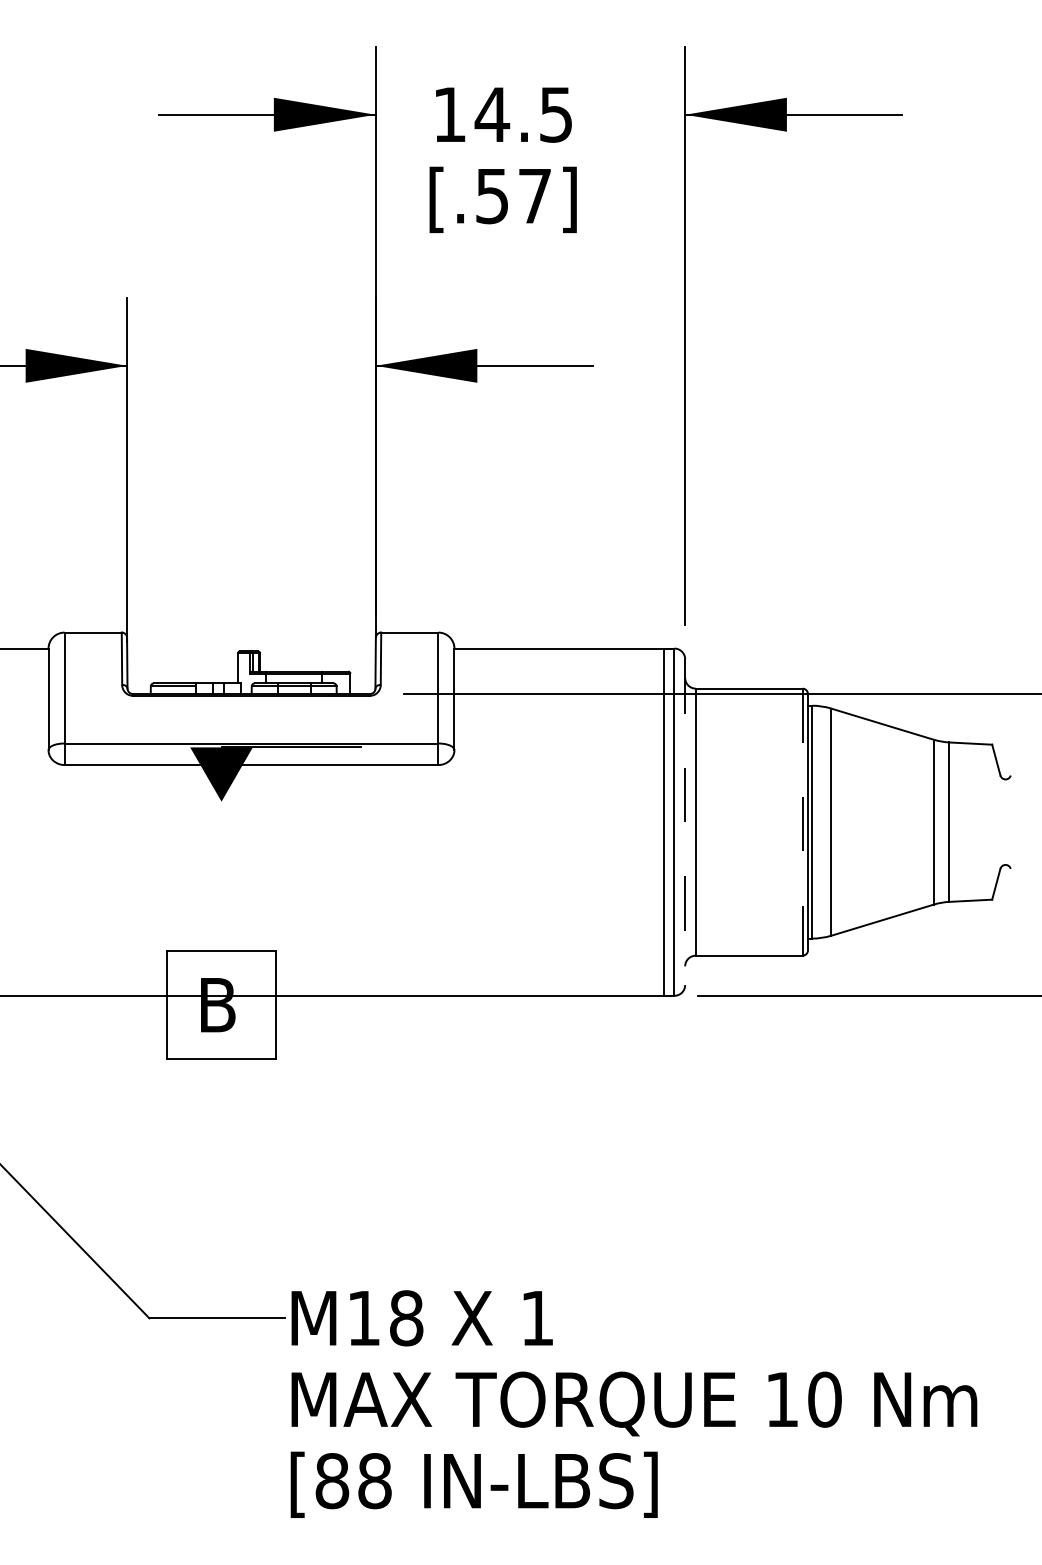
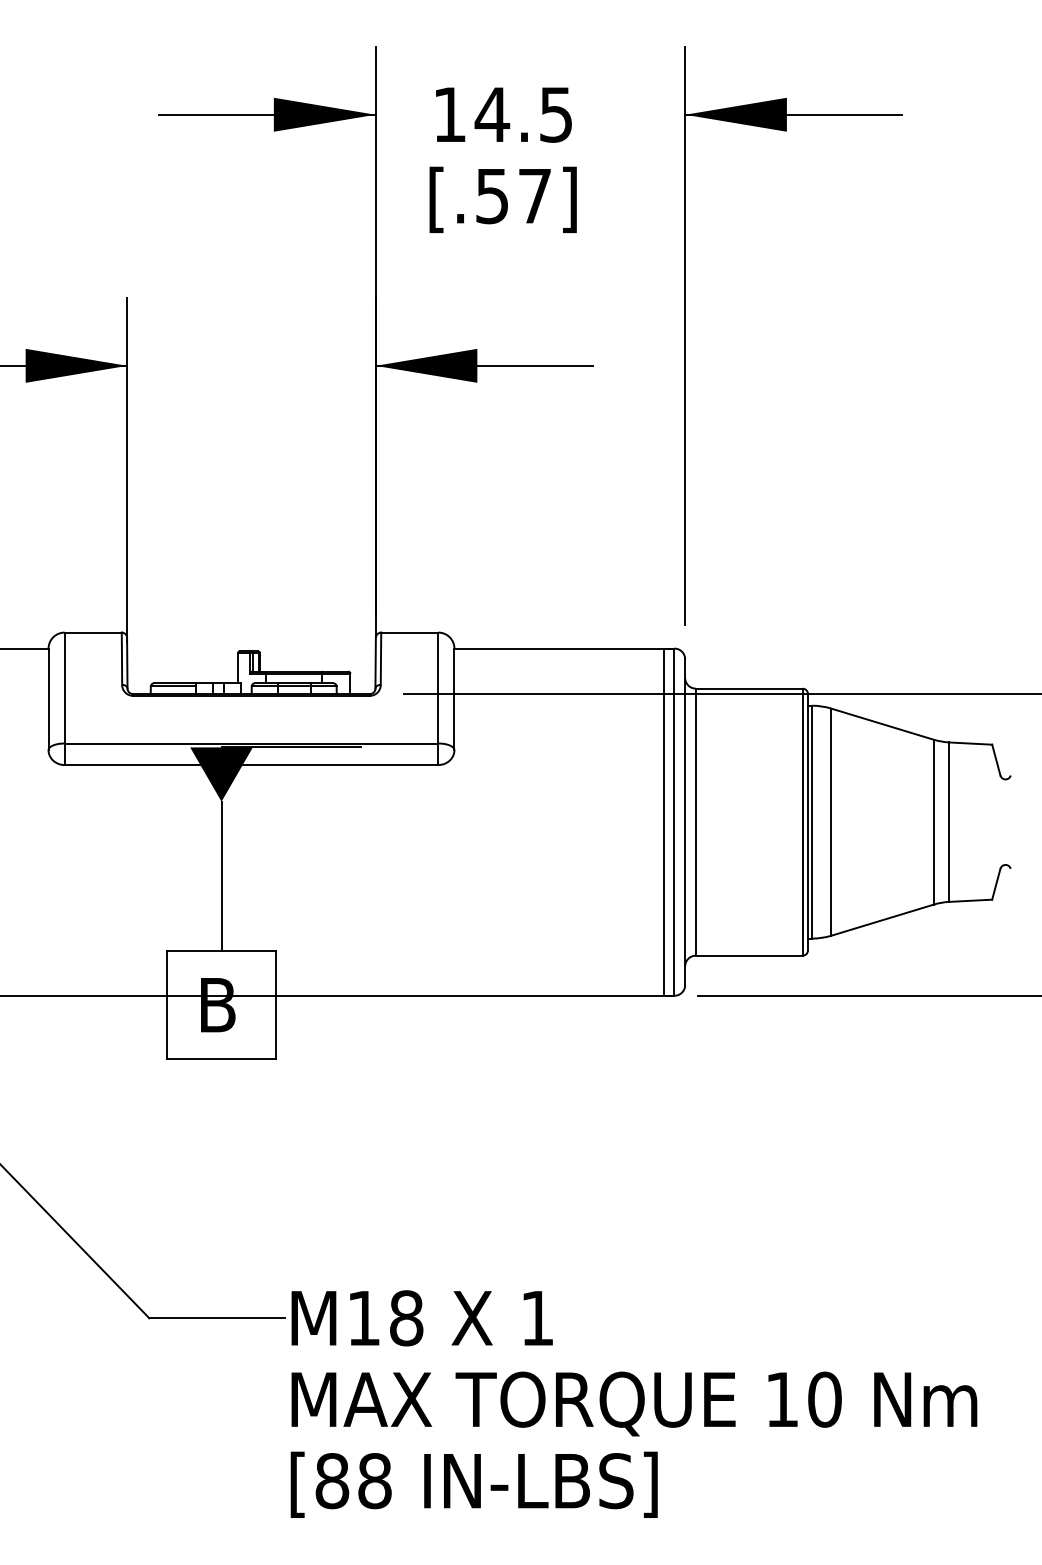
line at (685, 822): dashed -> solid
line at (802, 822): dashed -> solid
line at (221, 875): none -> present
